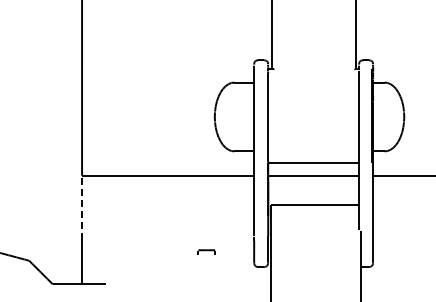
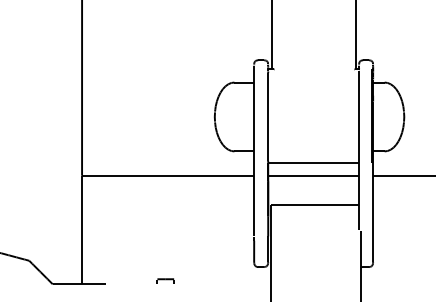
line at (82, 207): dashed -> solid
part at (206, 251) position: (206, 251) -> (165, 280)
